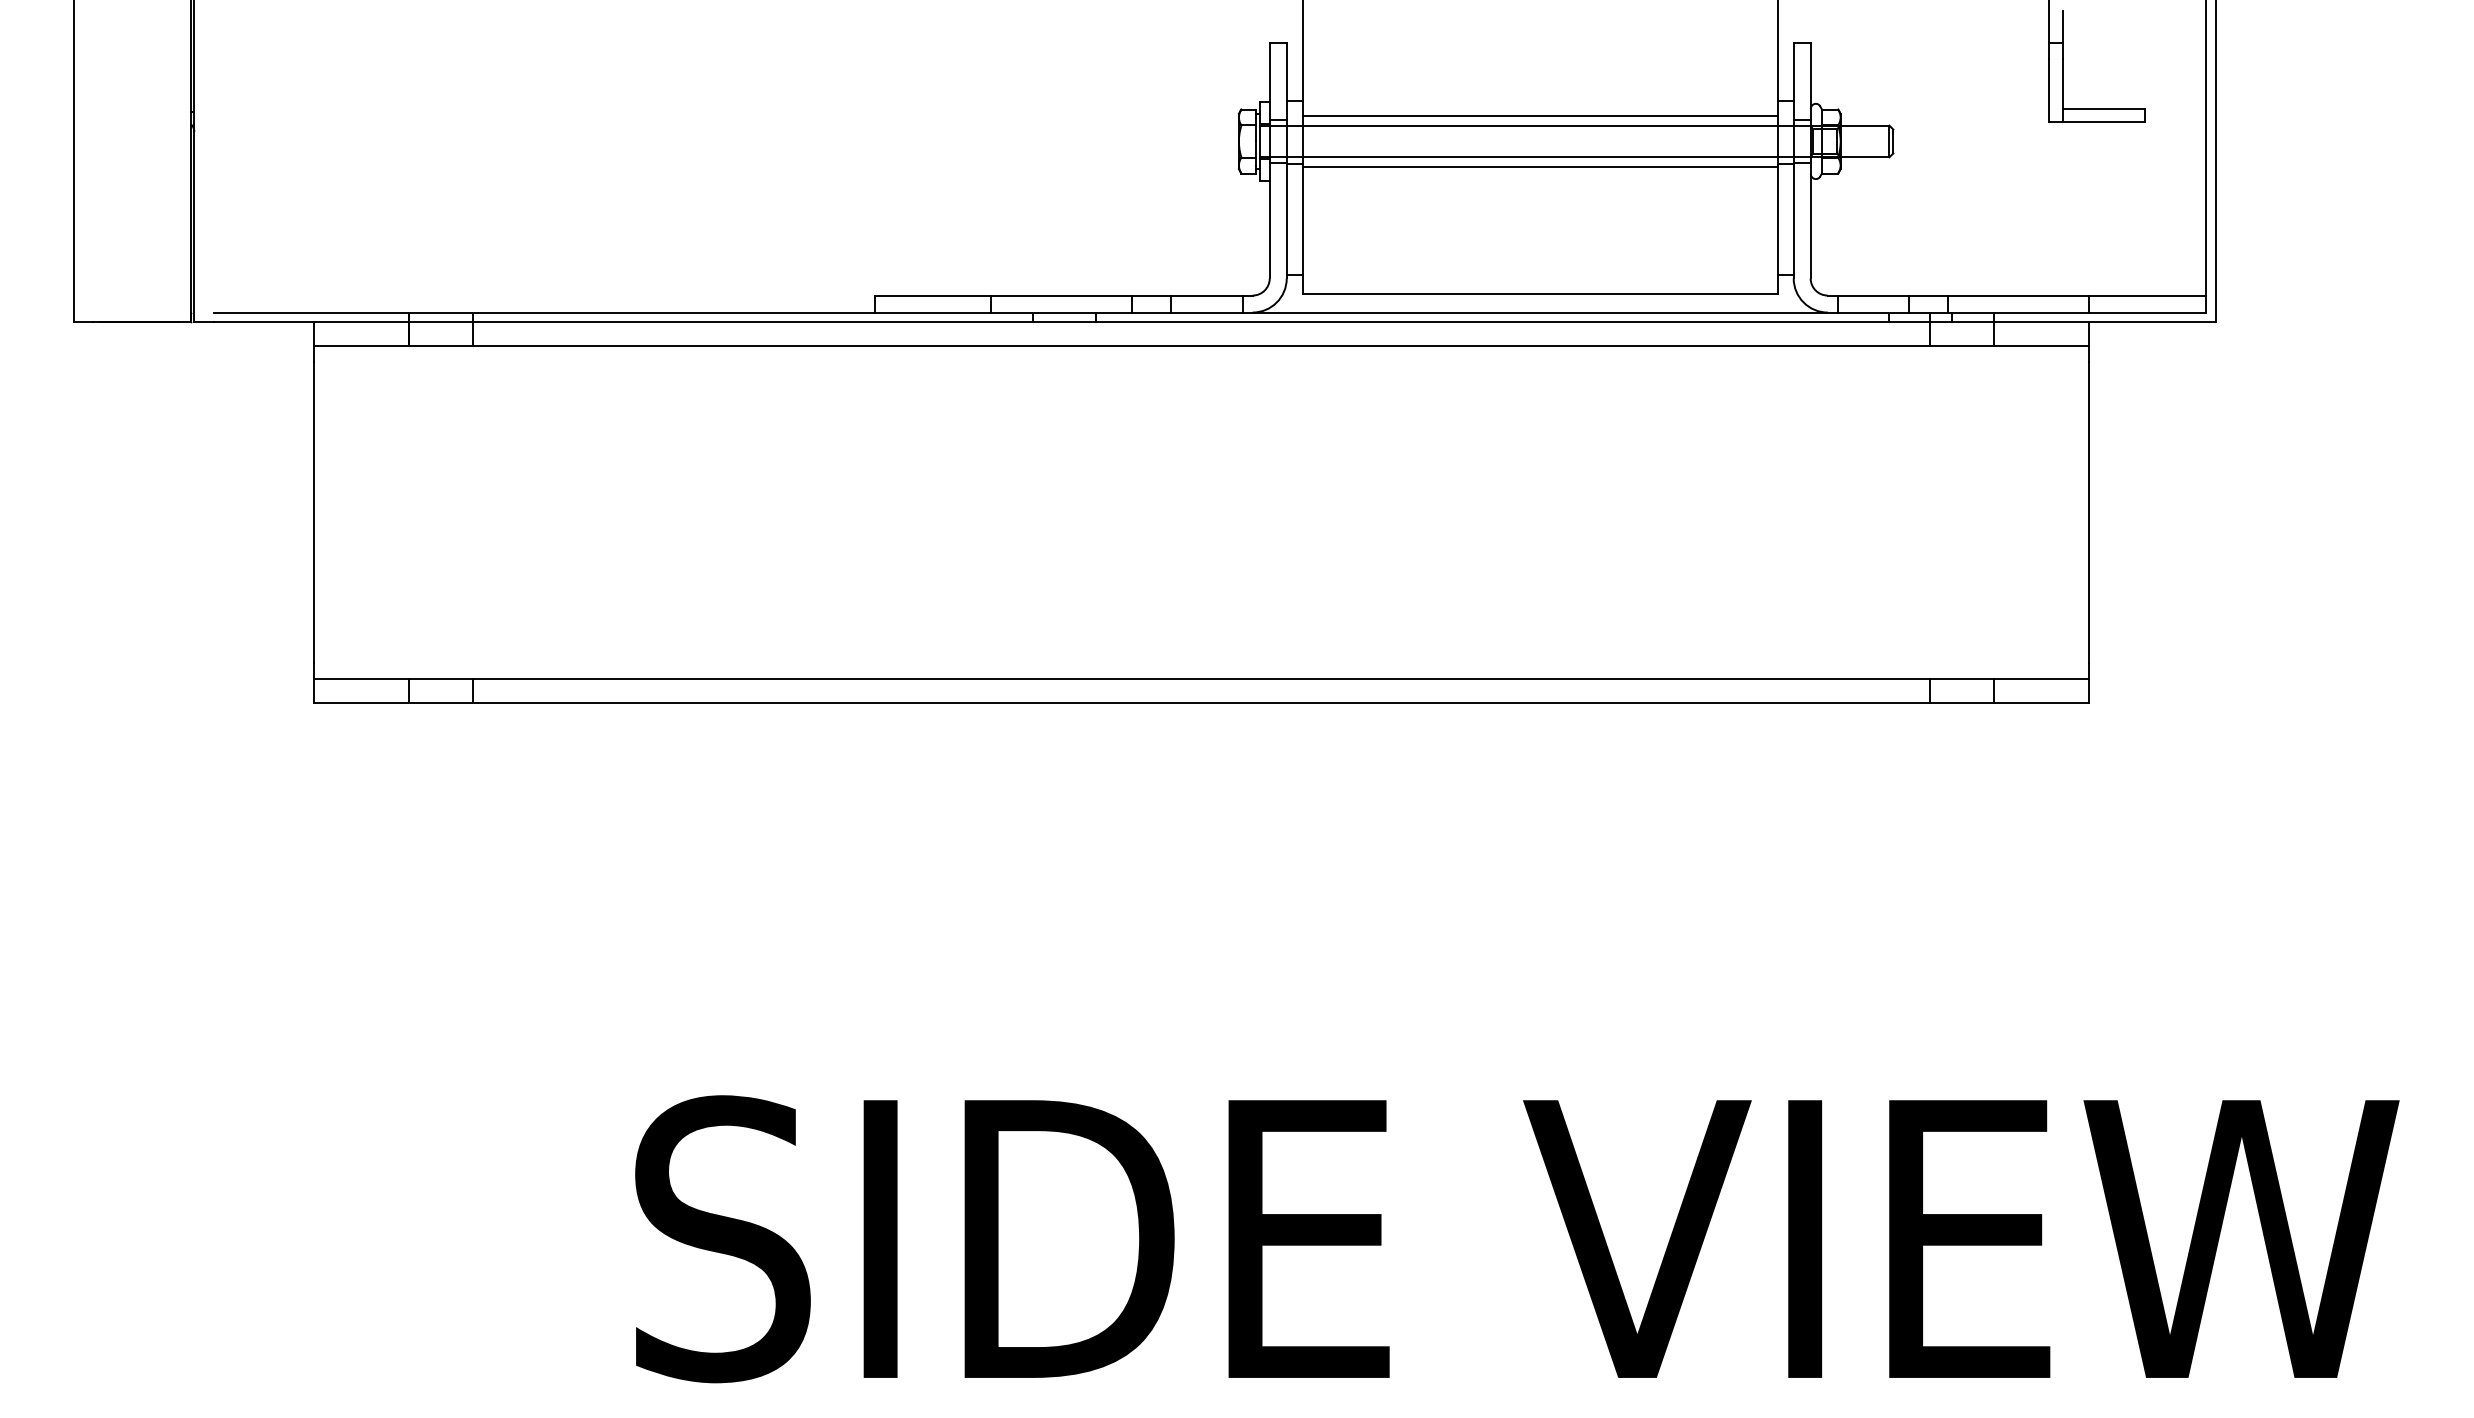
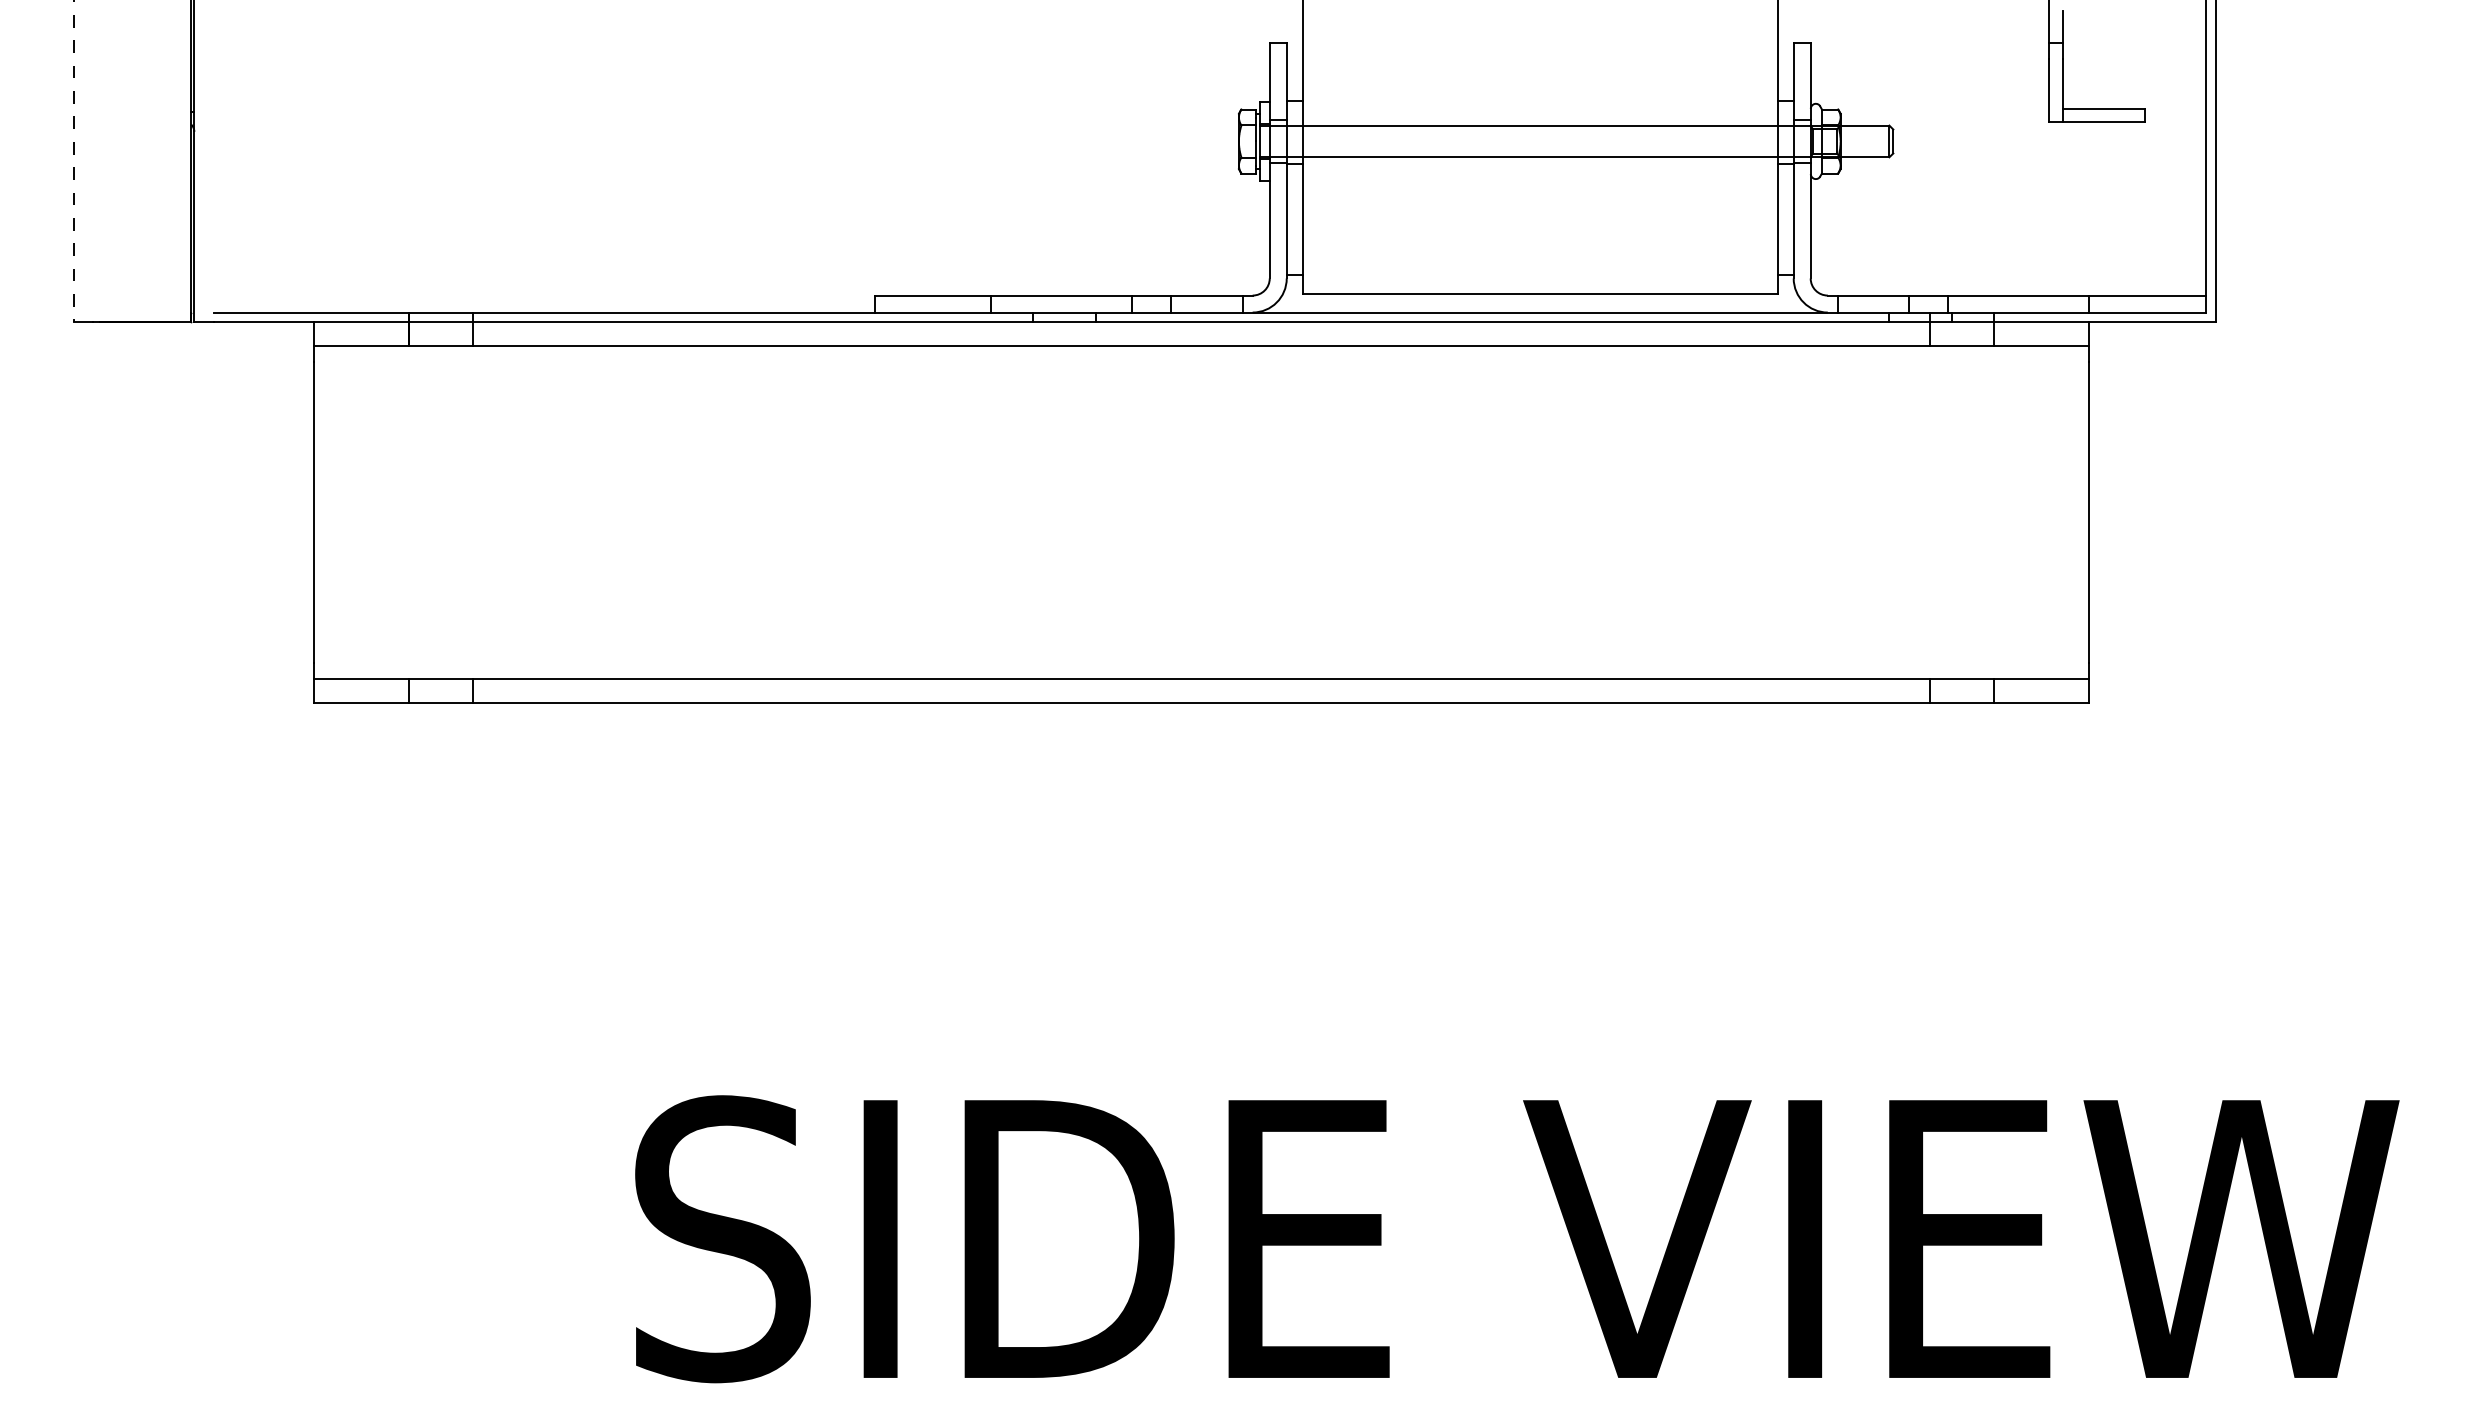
line at (1539, 115): present -> none
line at (74, 161): solid -> dashed
line at (1539, 167): present -> none
